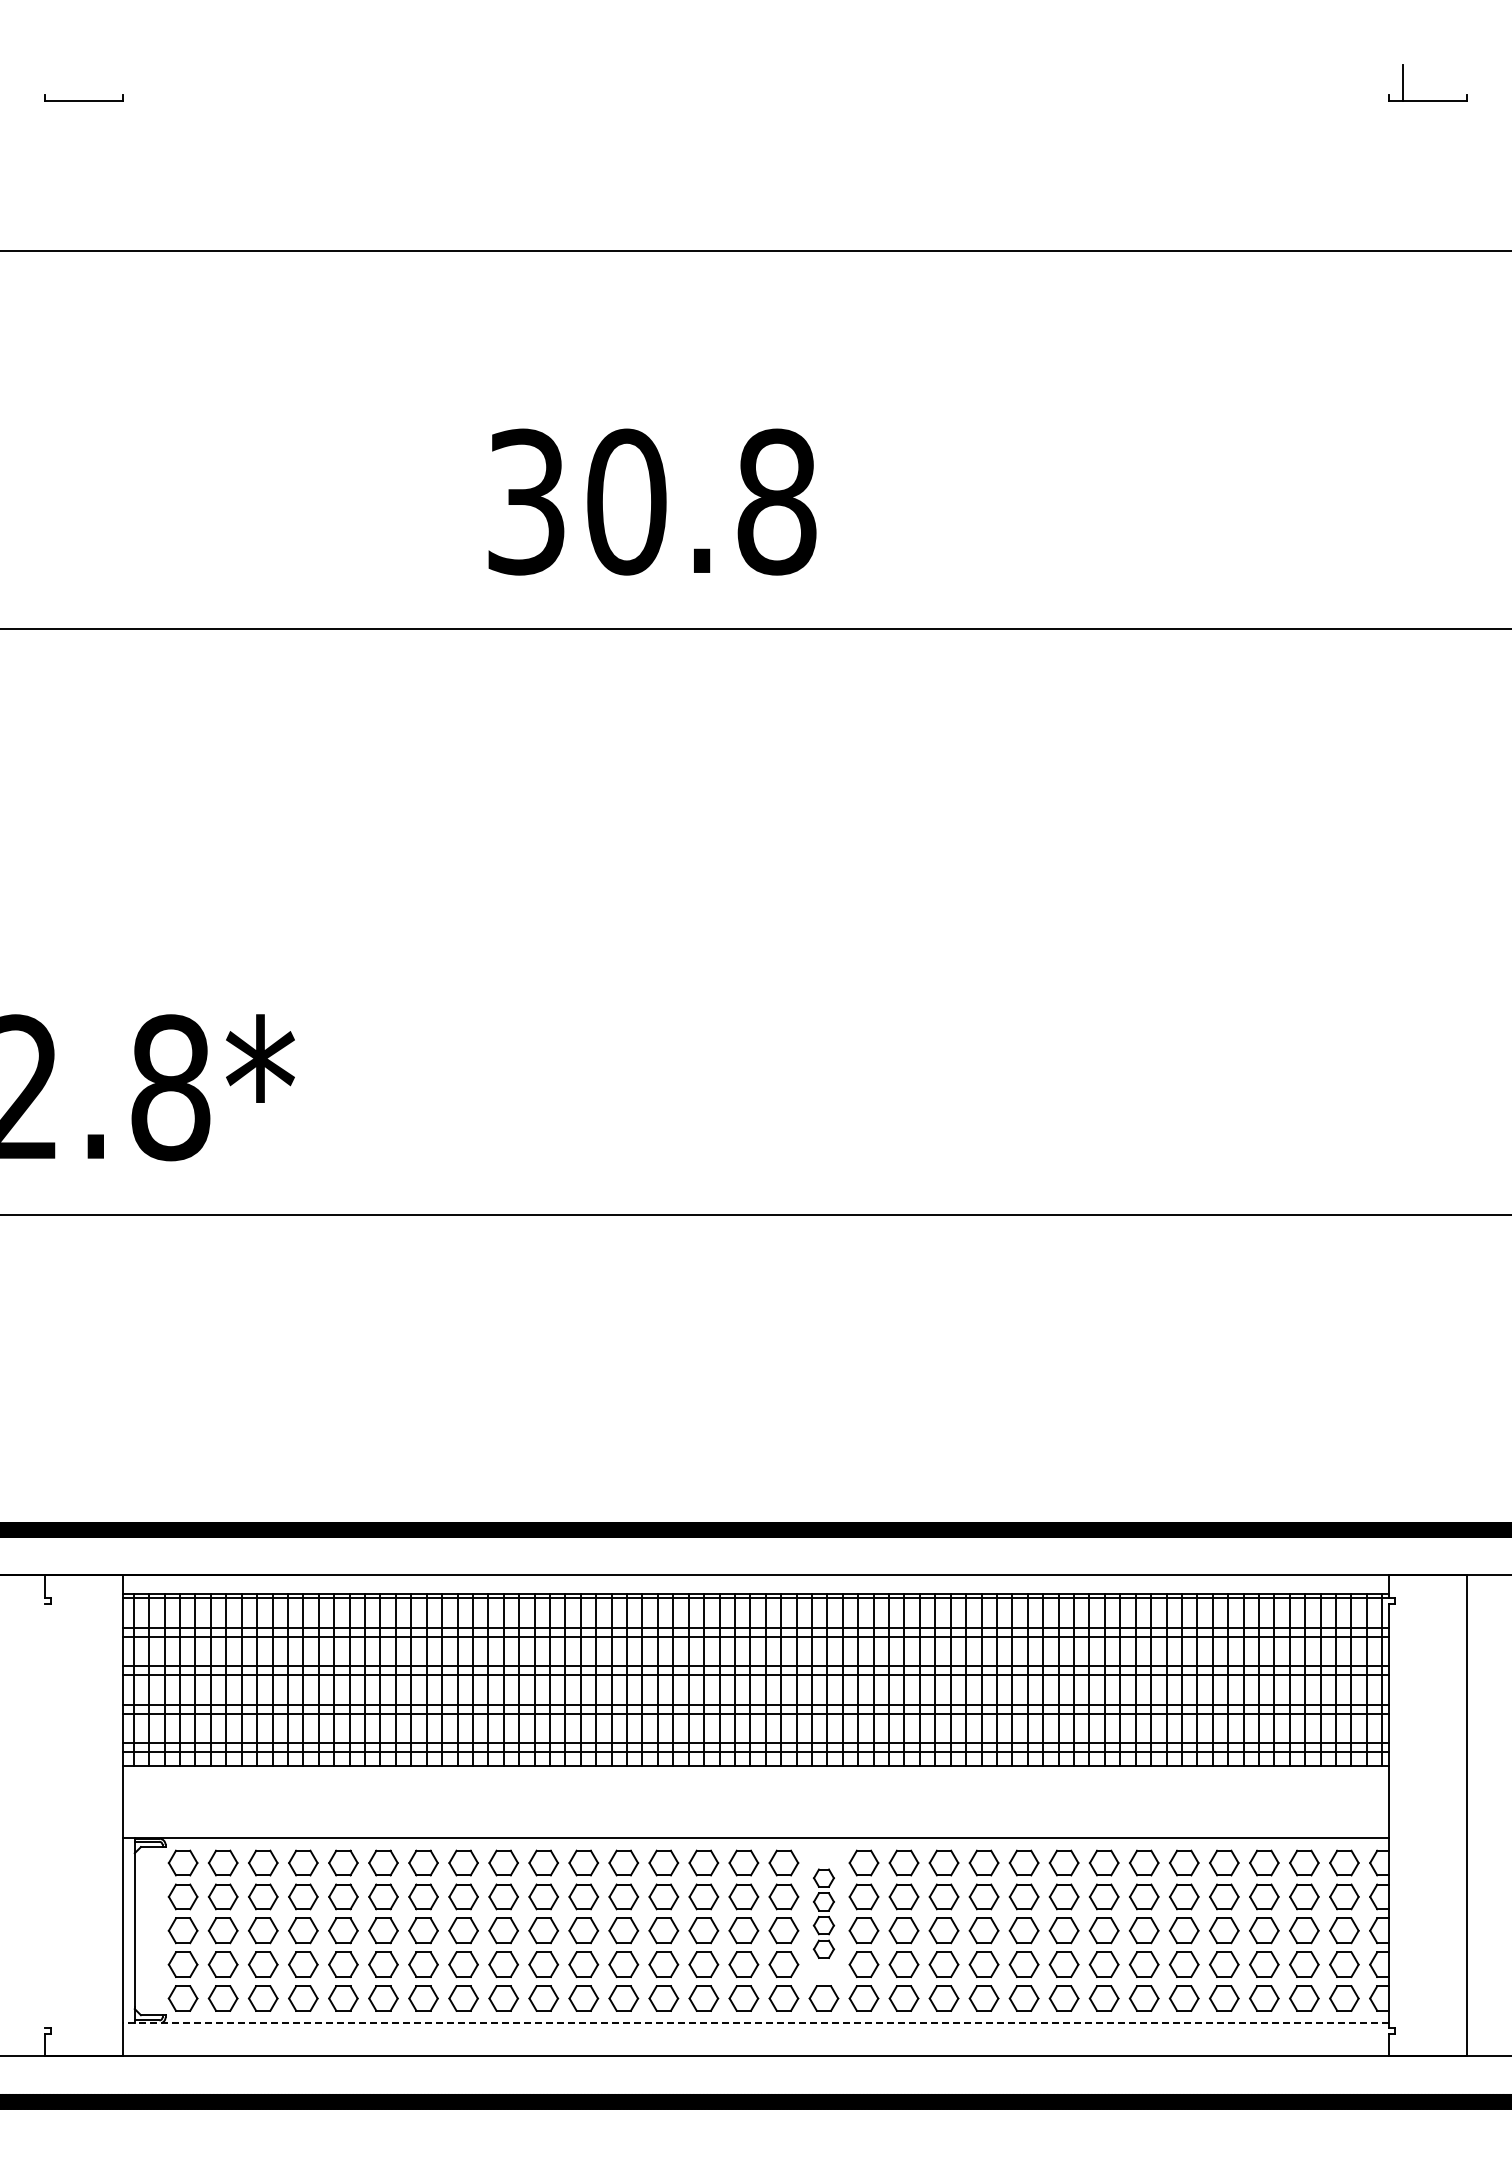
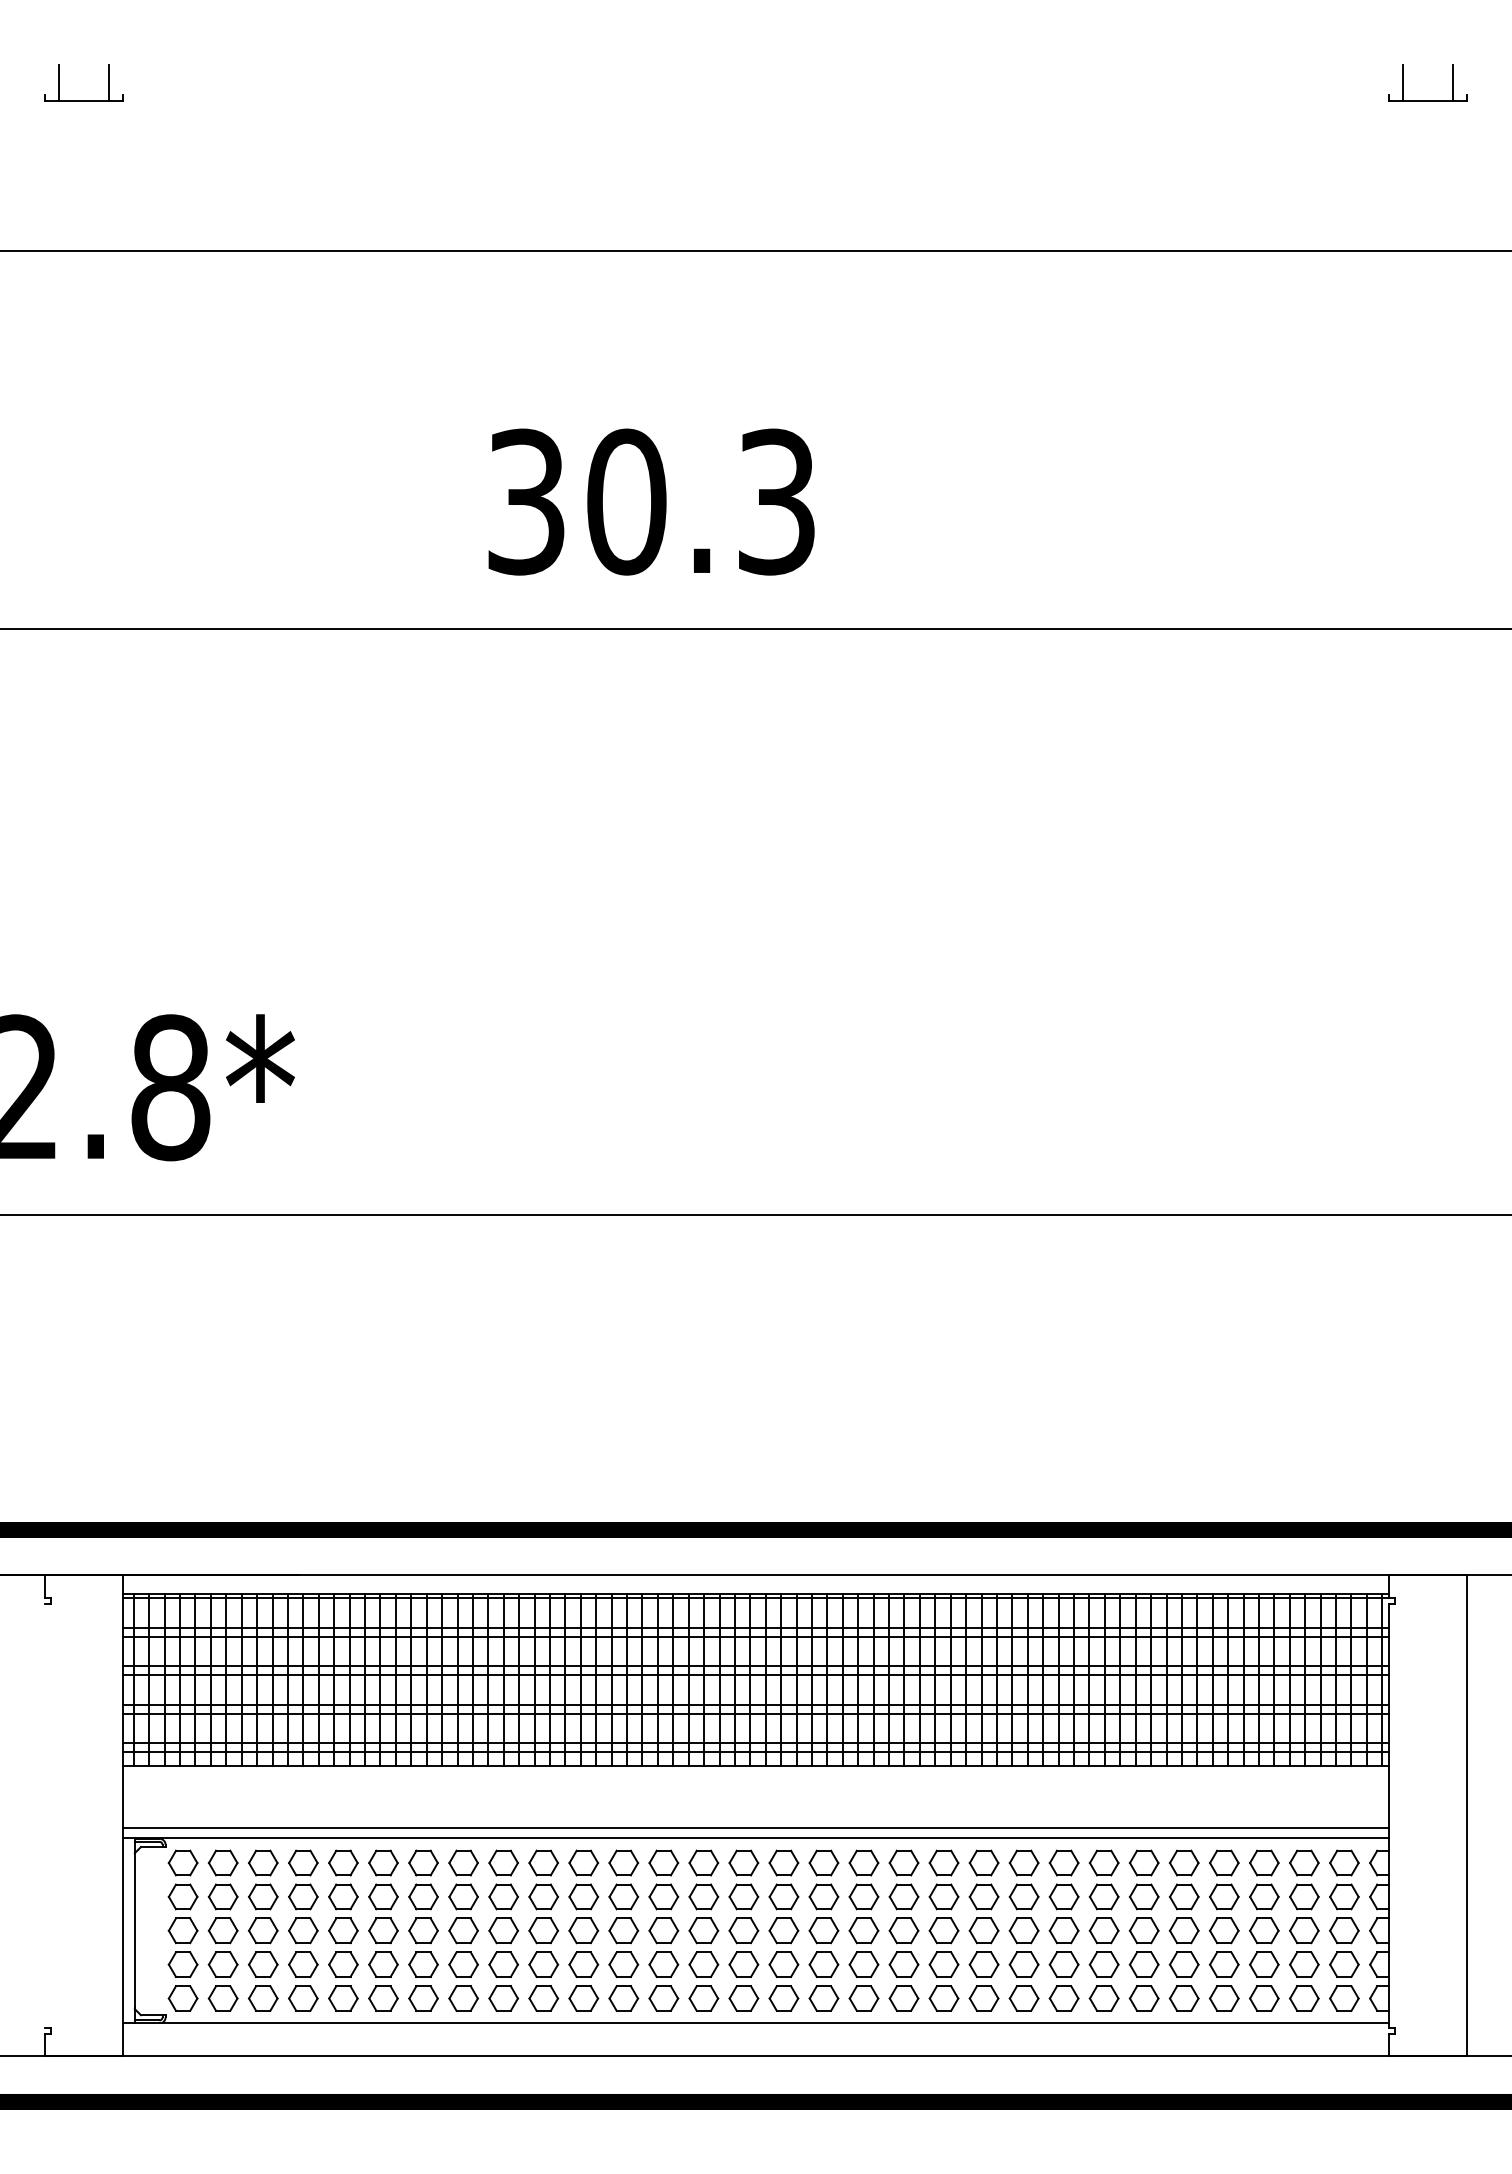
line at (59, 83): none -> present
line at (108, 83): none -> present
line at (1452, 83): none -> present
text at (776, 501): 30.8 -> 30.3
line at (755, 1827): none -> present
part at (823, 1913) size: 24x91 px -> 32x129 px
line at (755, 2023): dashed -> solid
